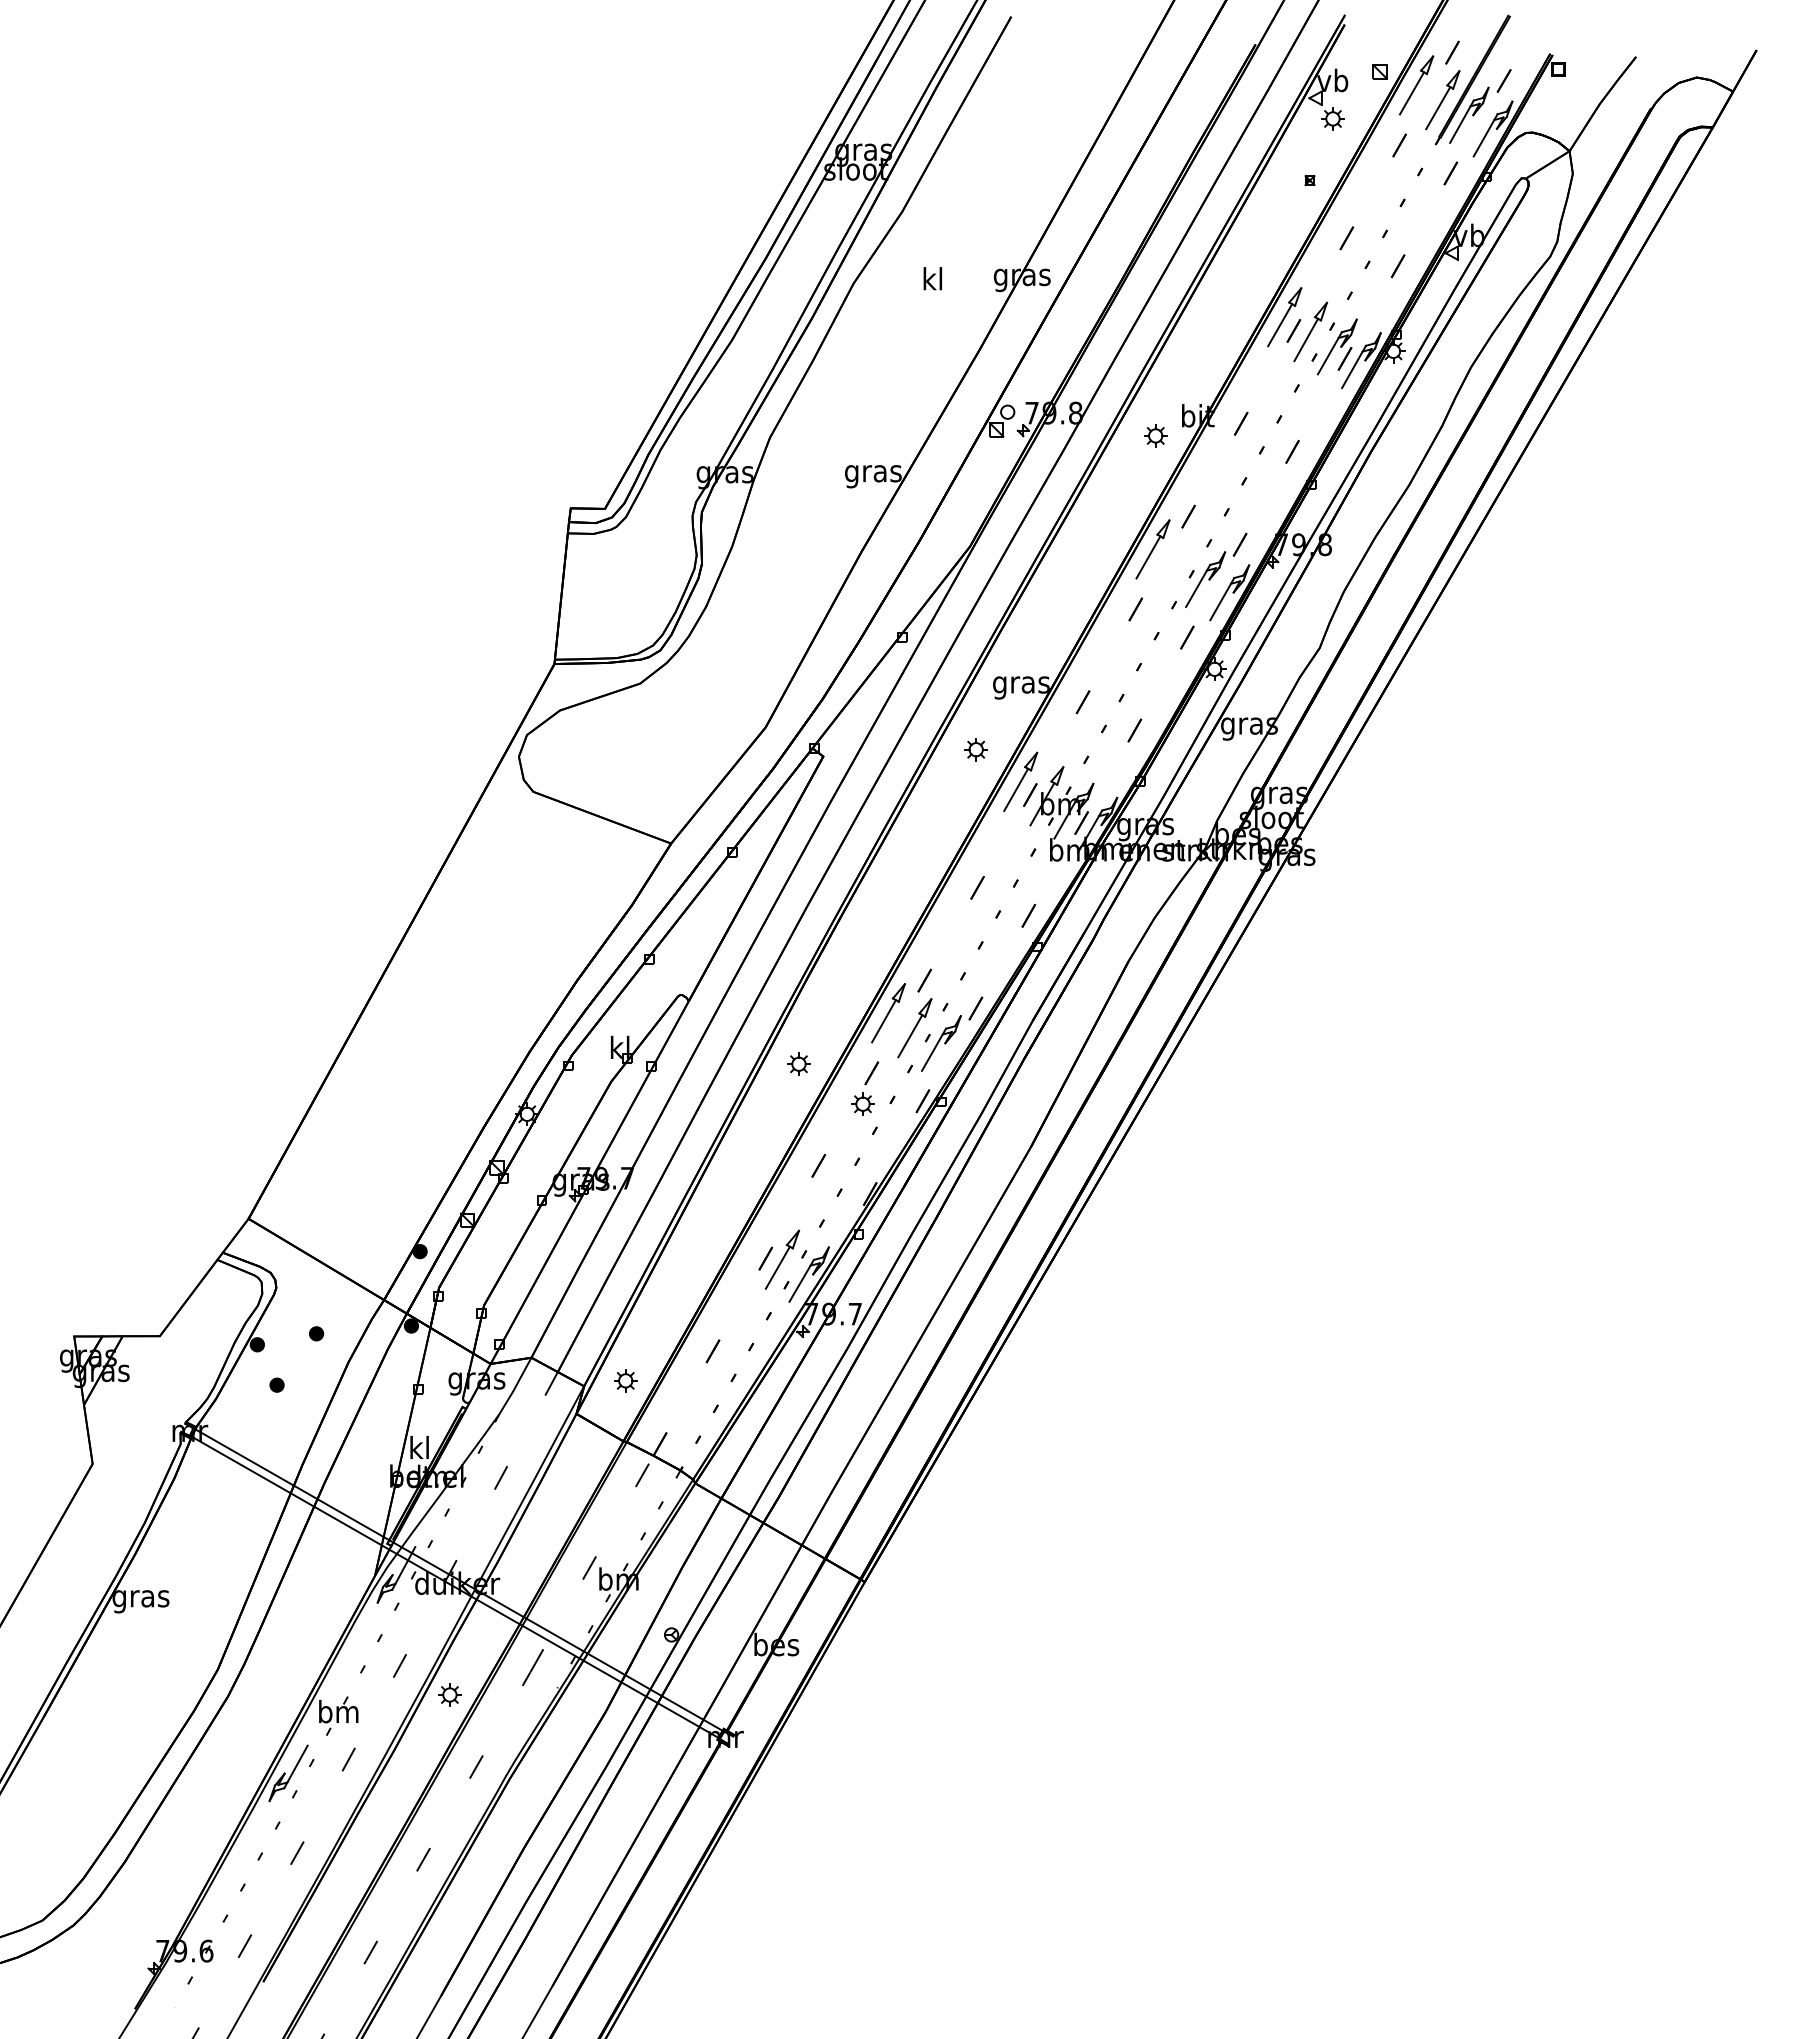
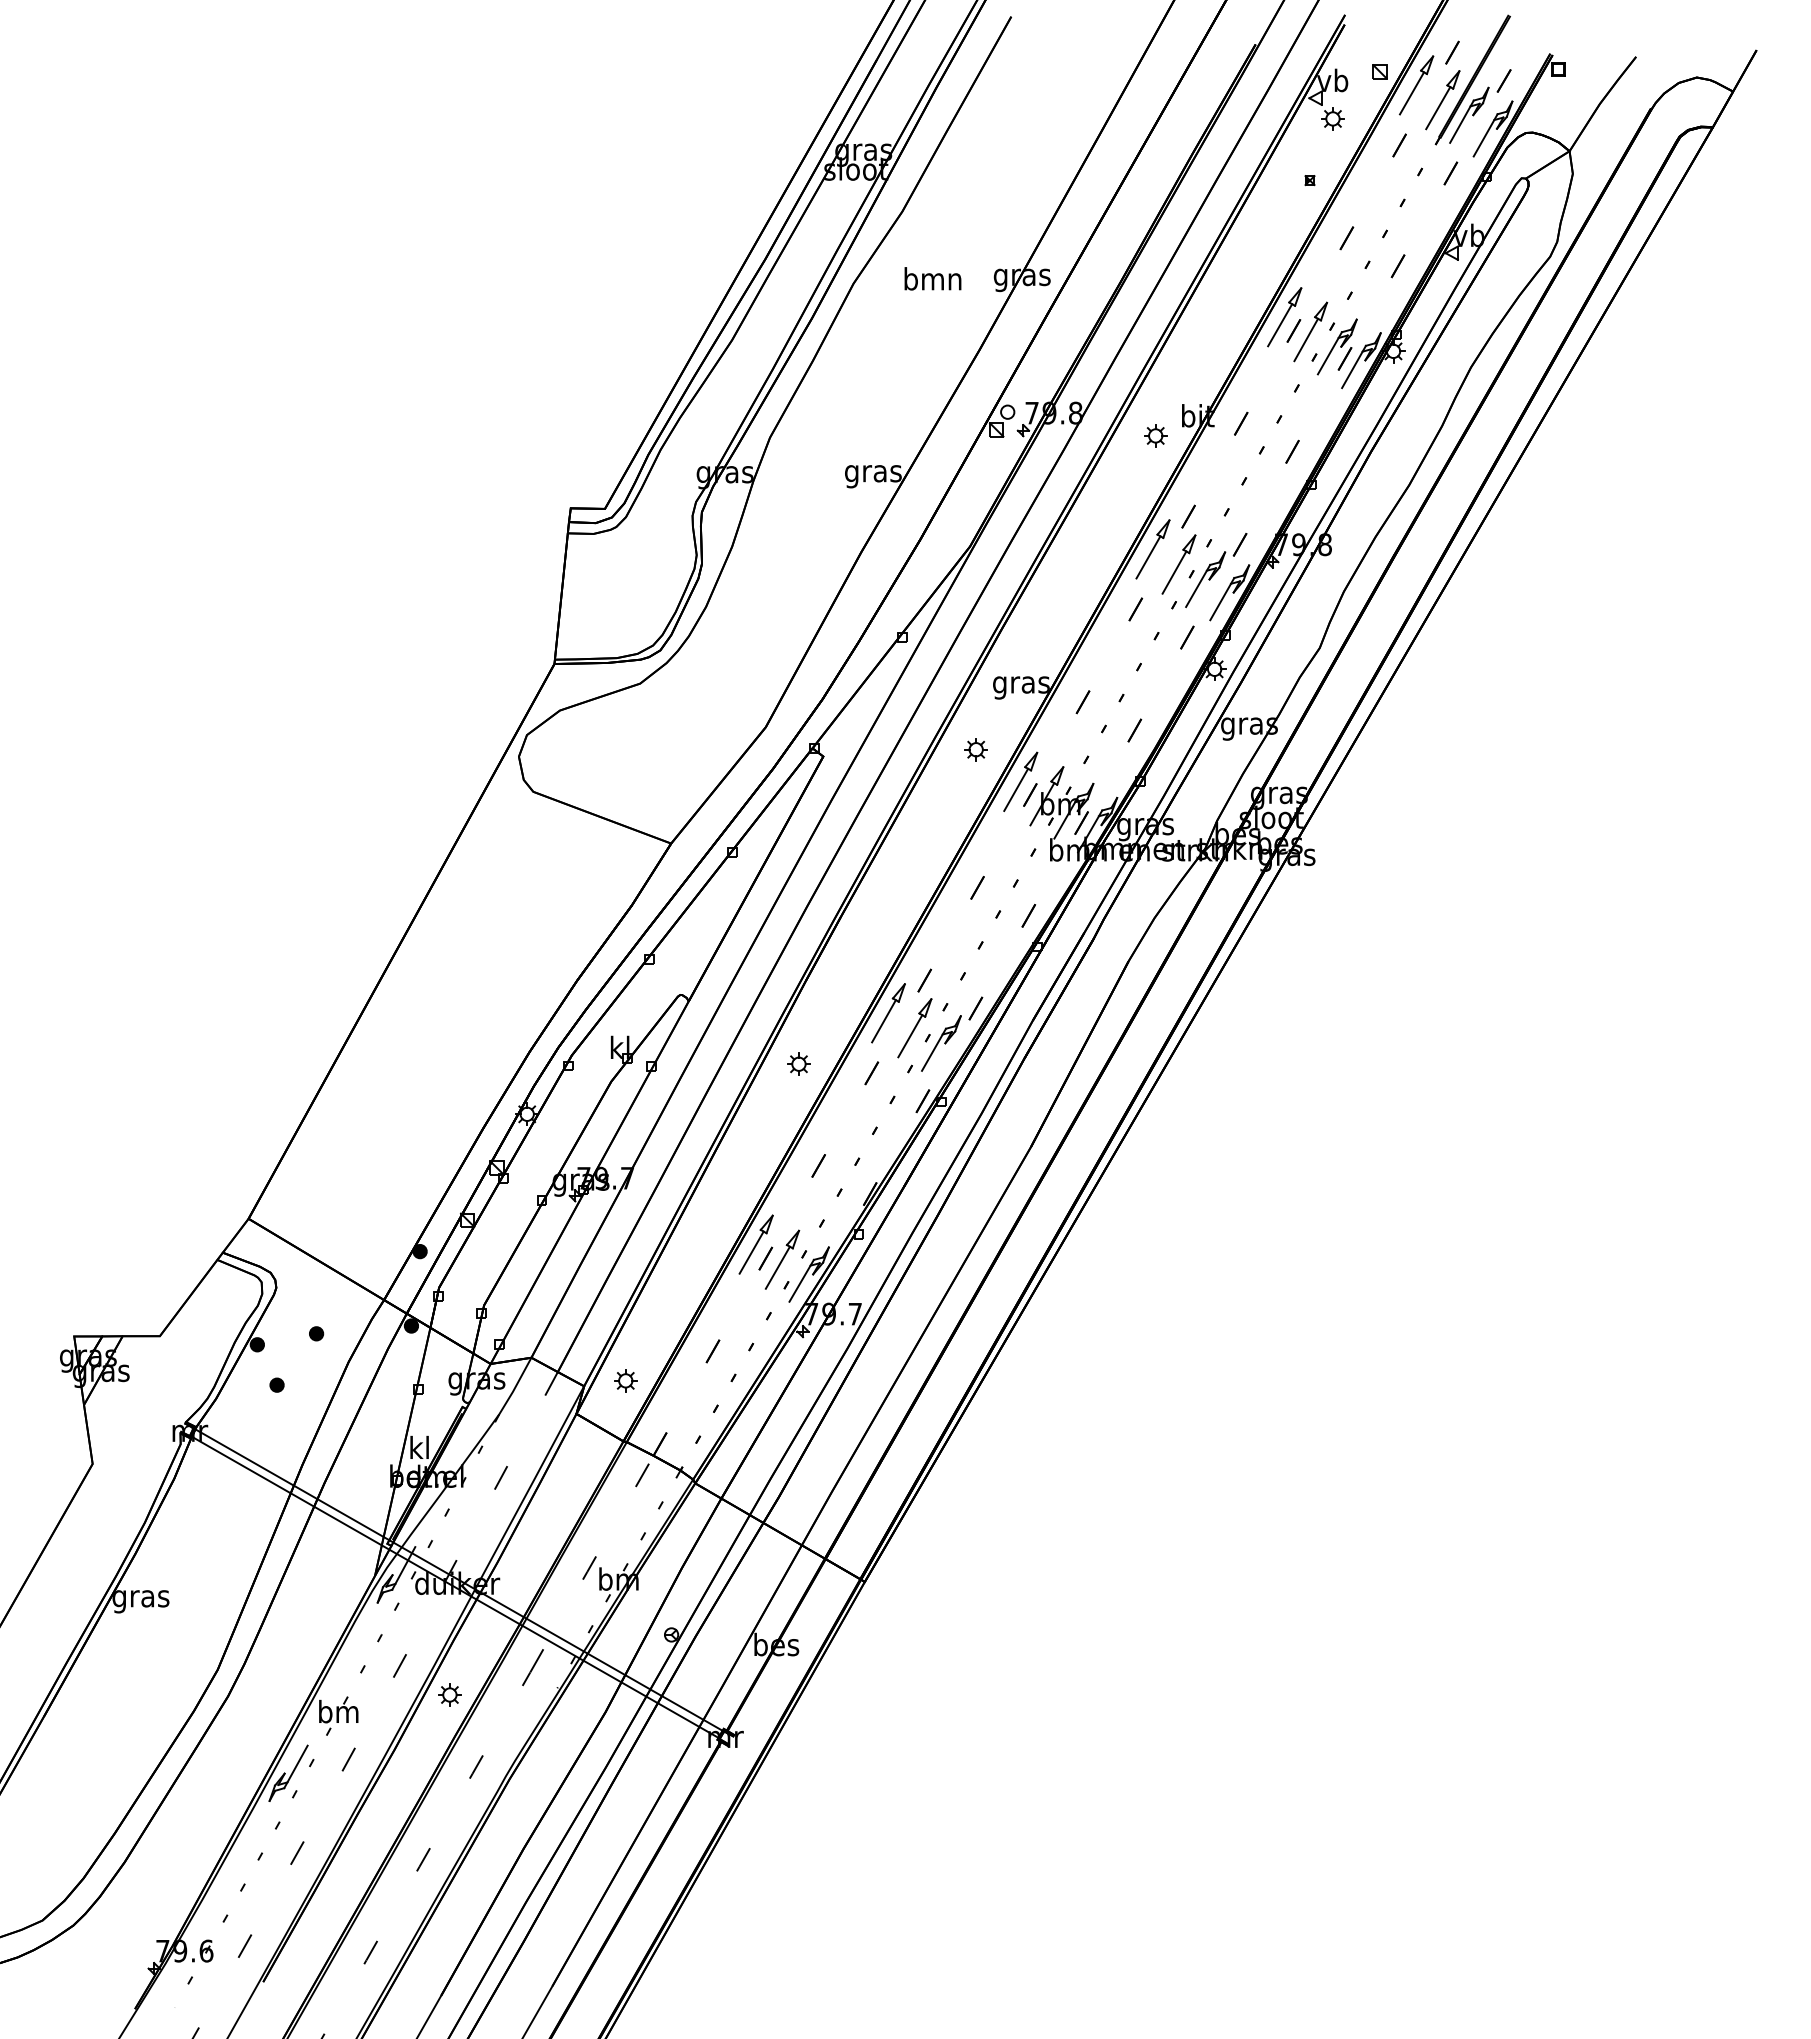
text at (932, 278): kl -> bmn
part at (1178, 564): none -> present
part at (862, 1103): present -> none
part at (755, 1244): none -> present
